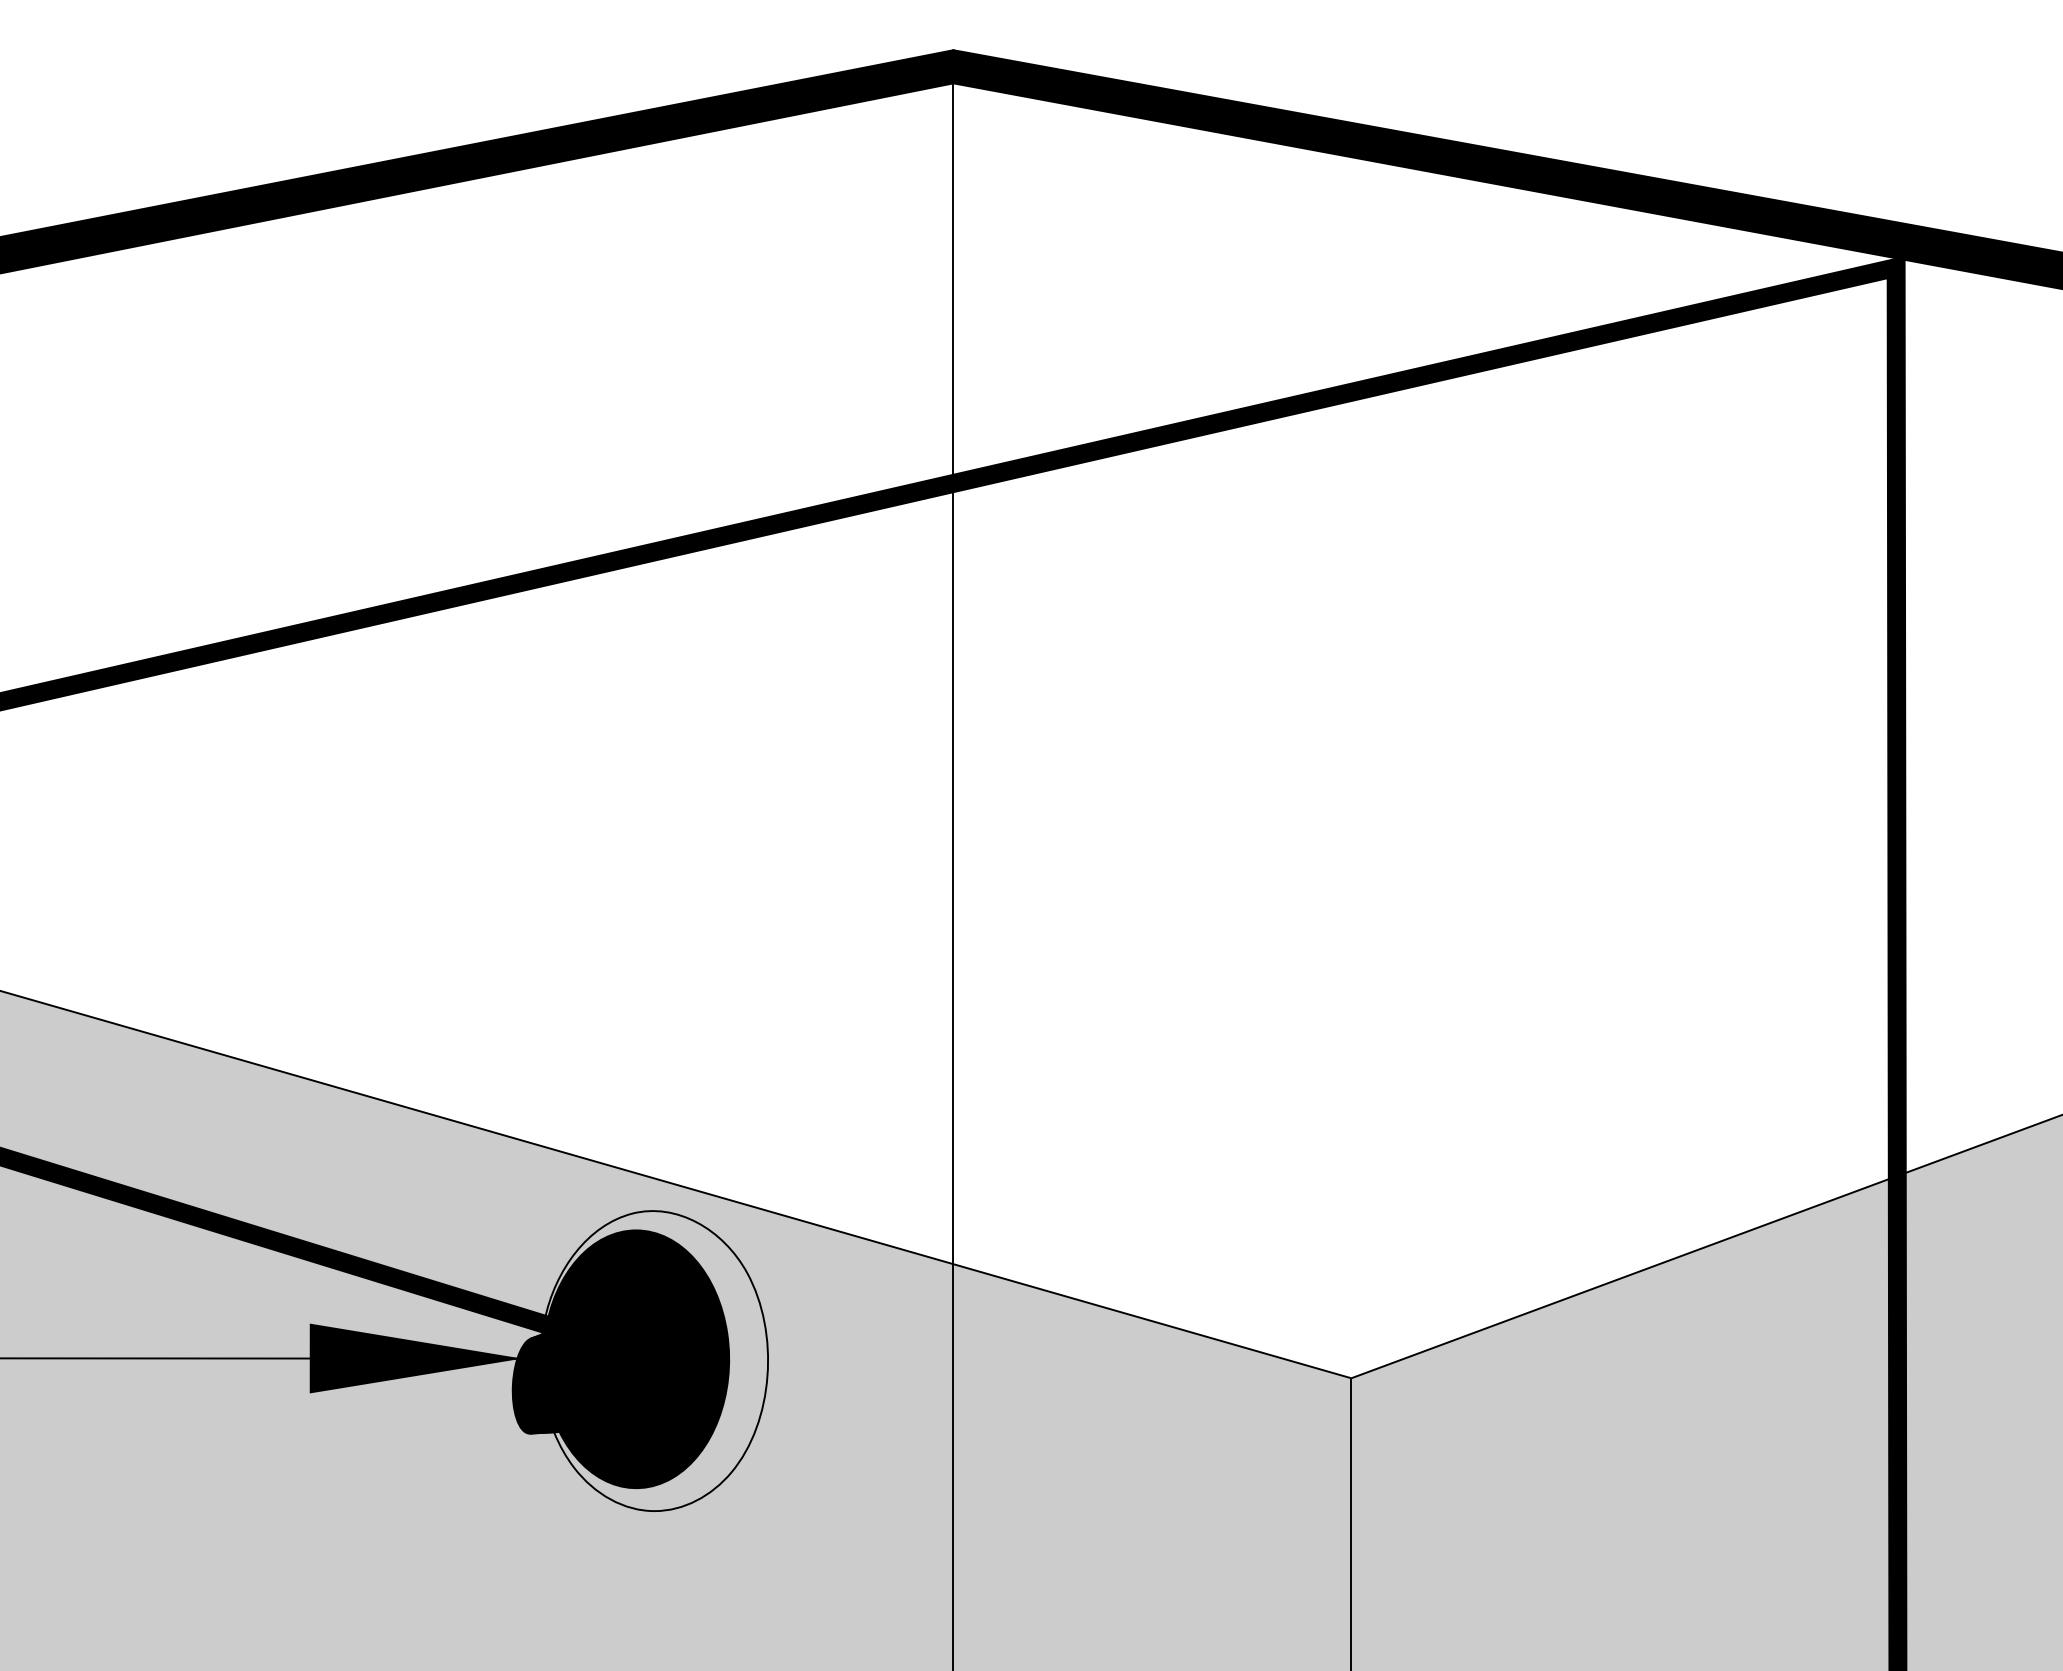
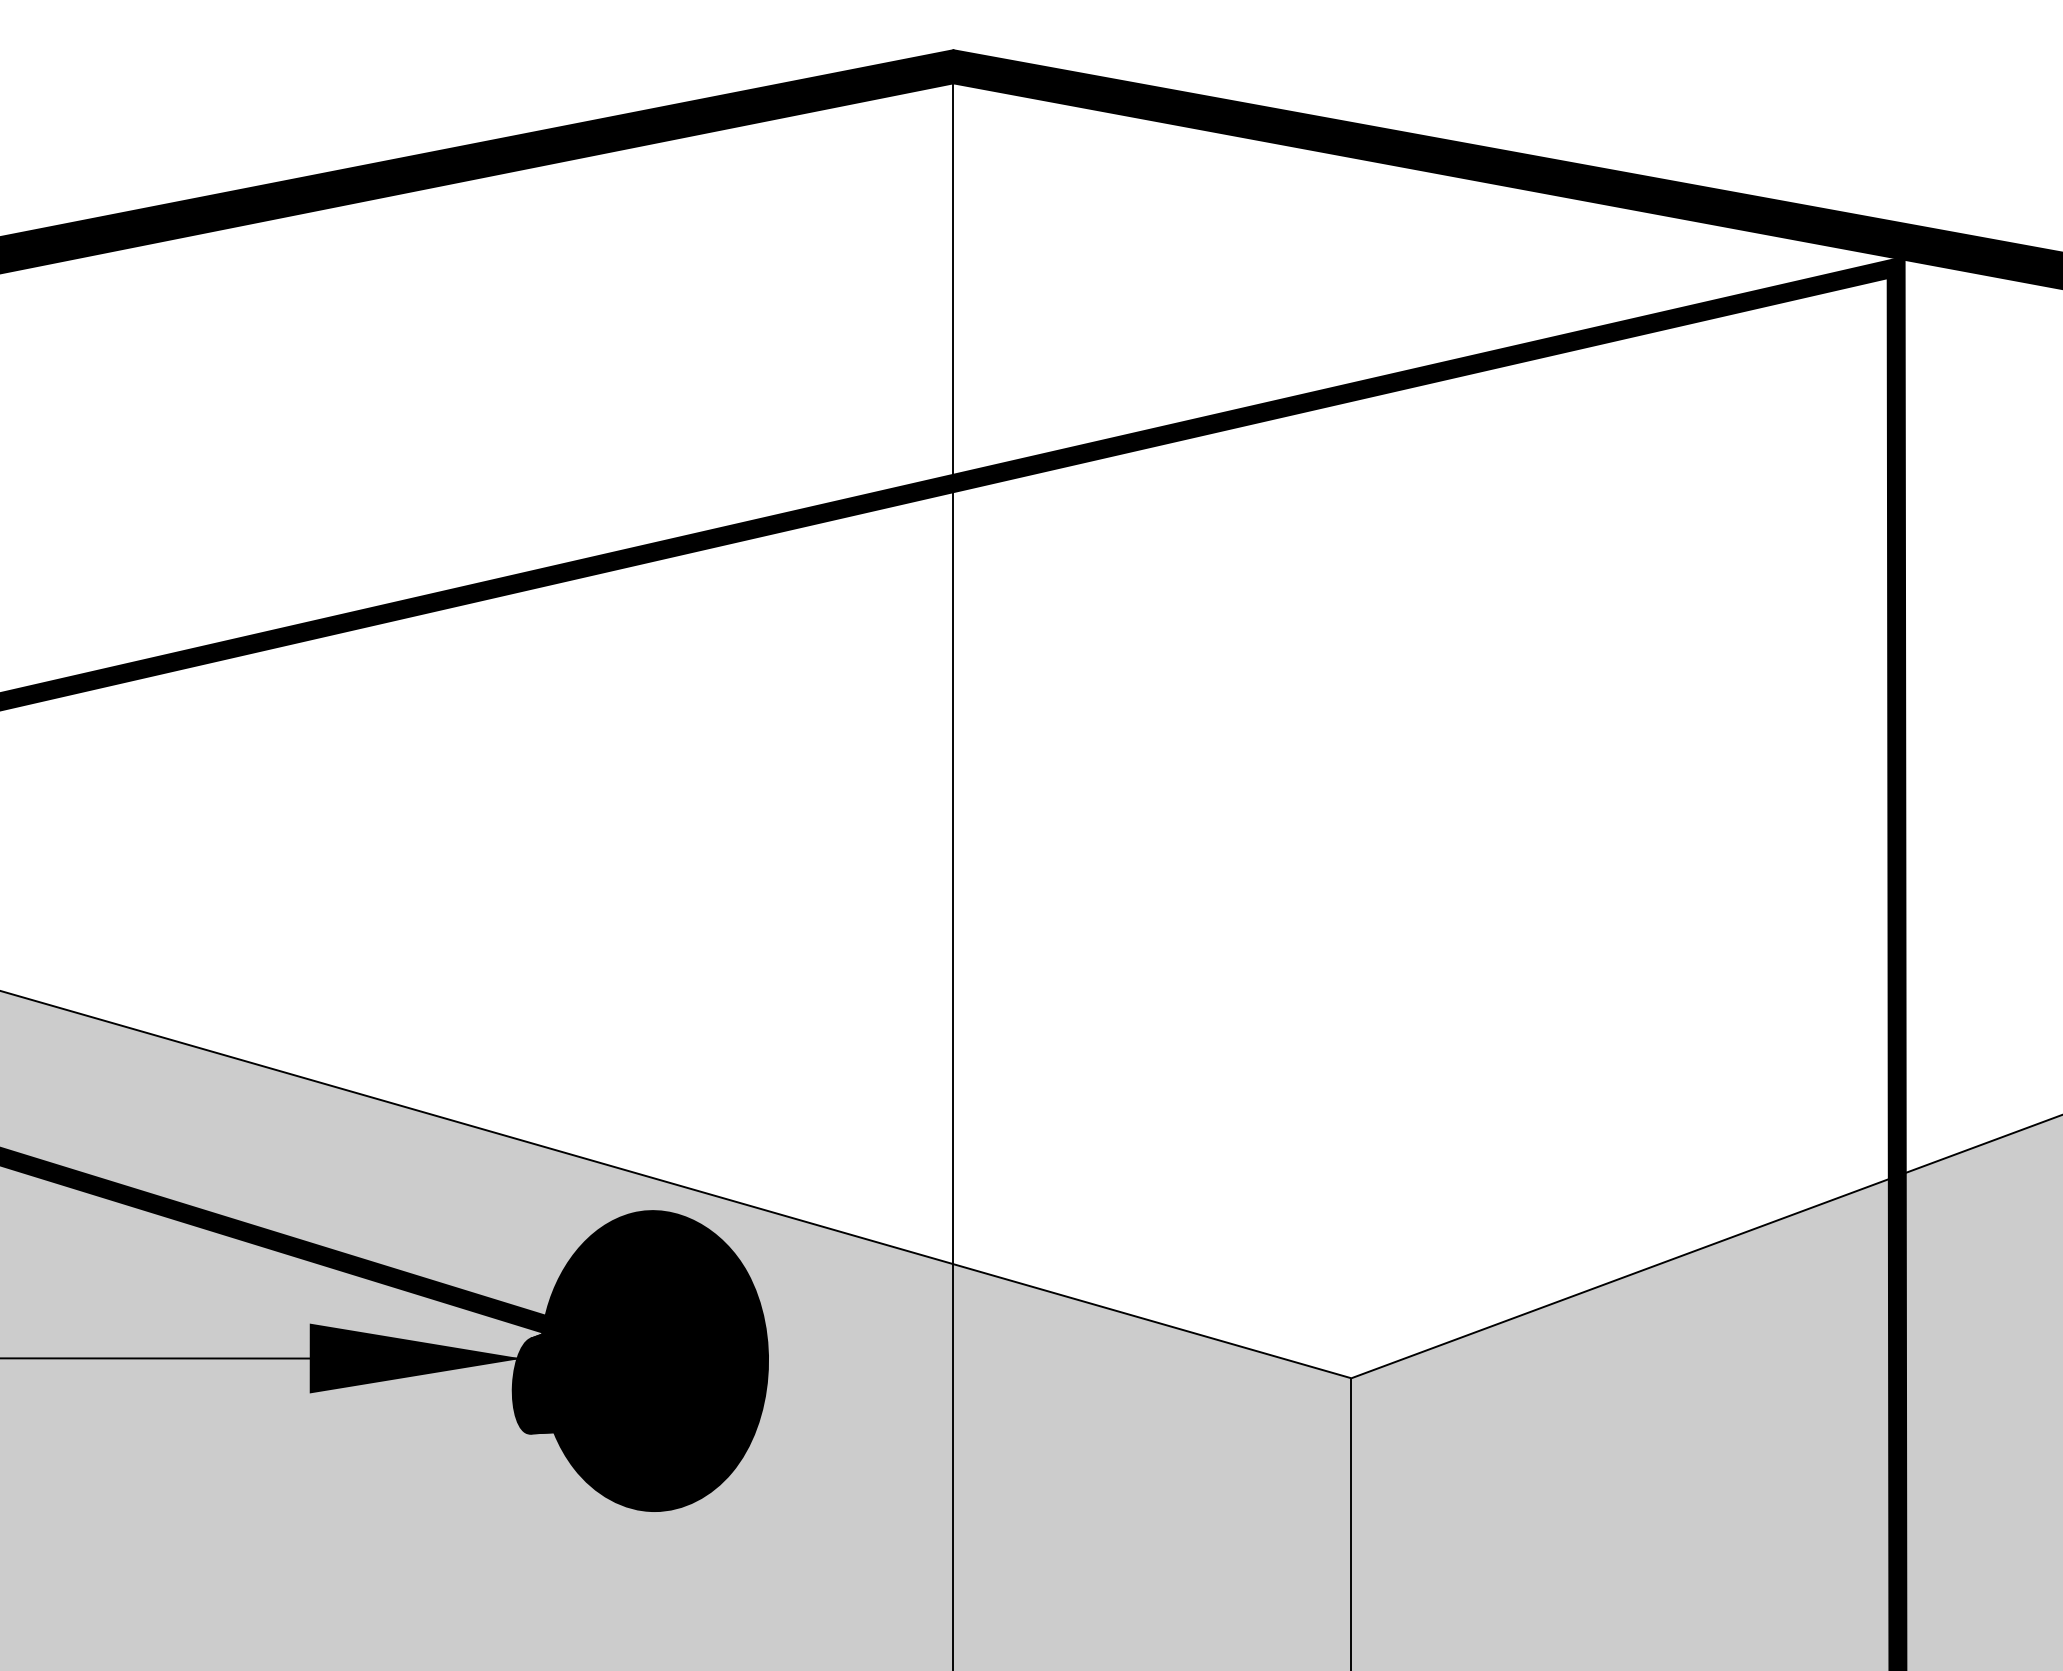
fill at (655, 1361): none -> present
